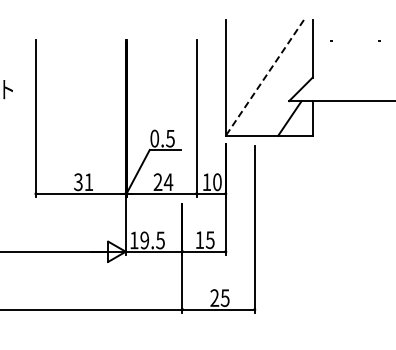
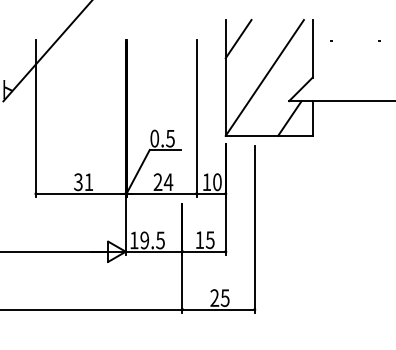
line at (238, 39): none -> present
line at (46, 51): none -> present
line at (264, 77): dashed -> solid
